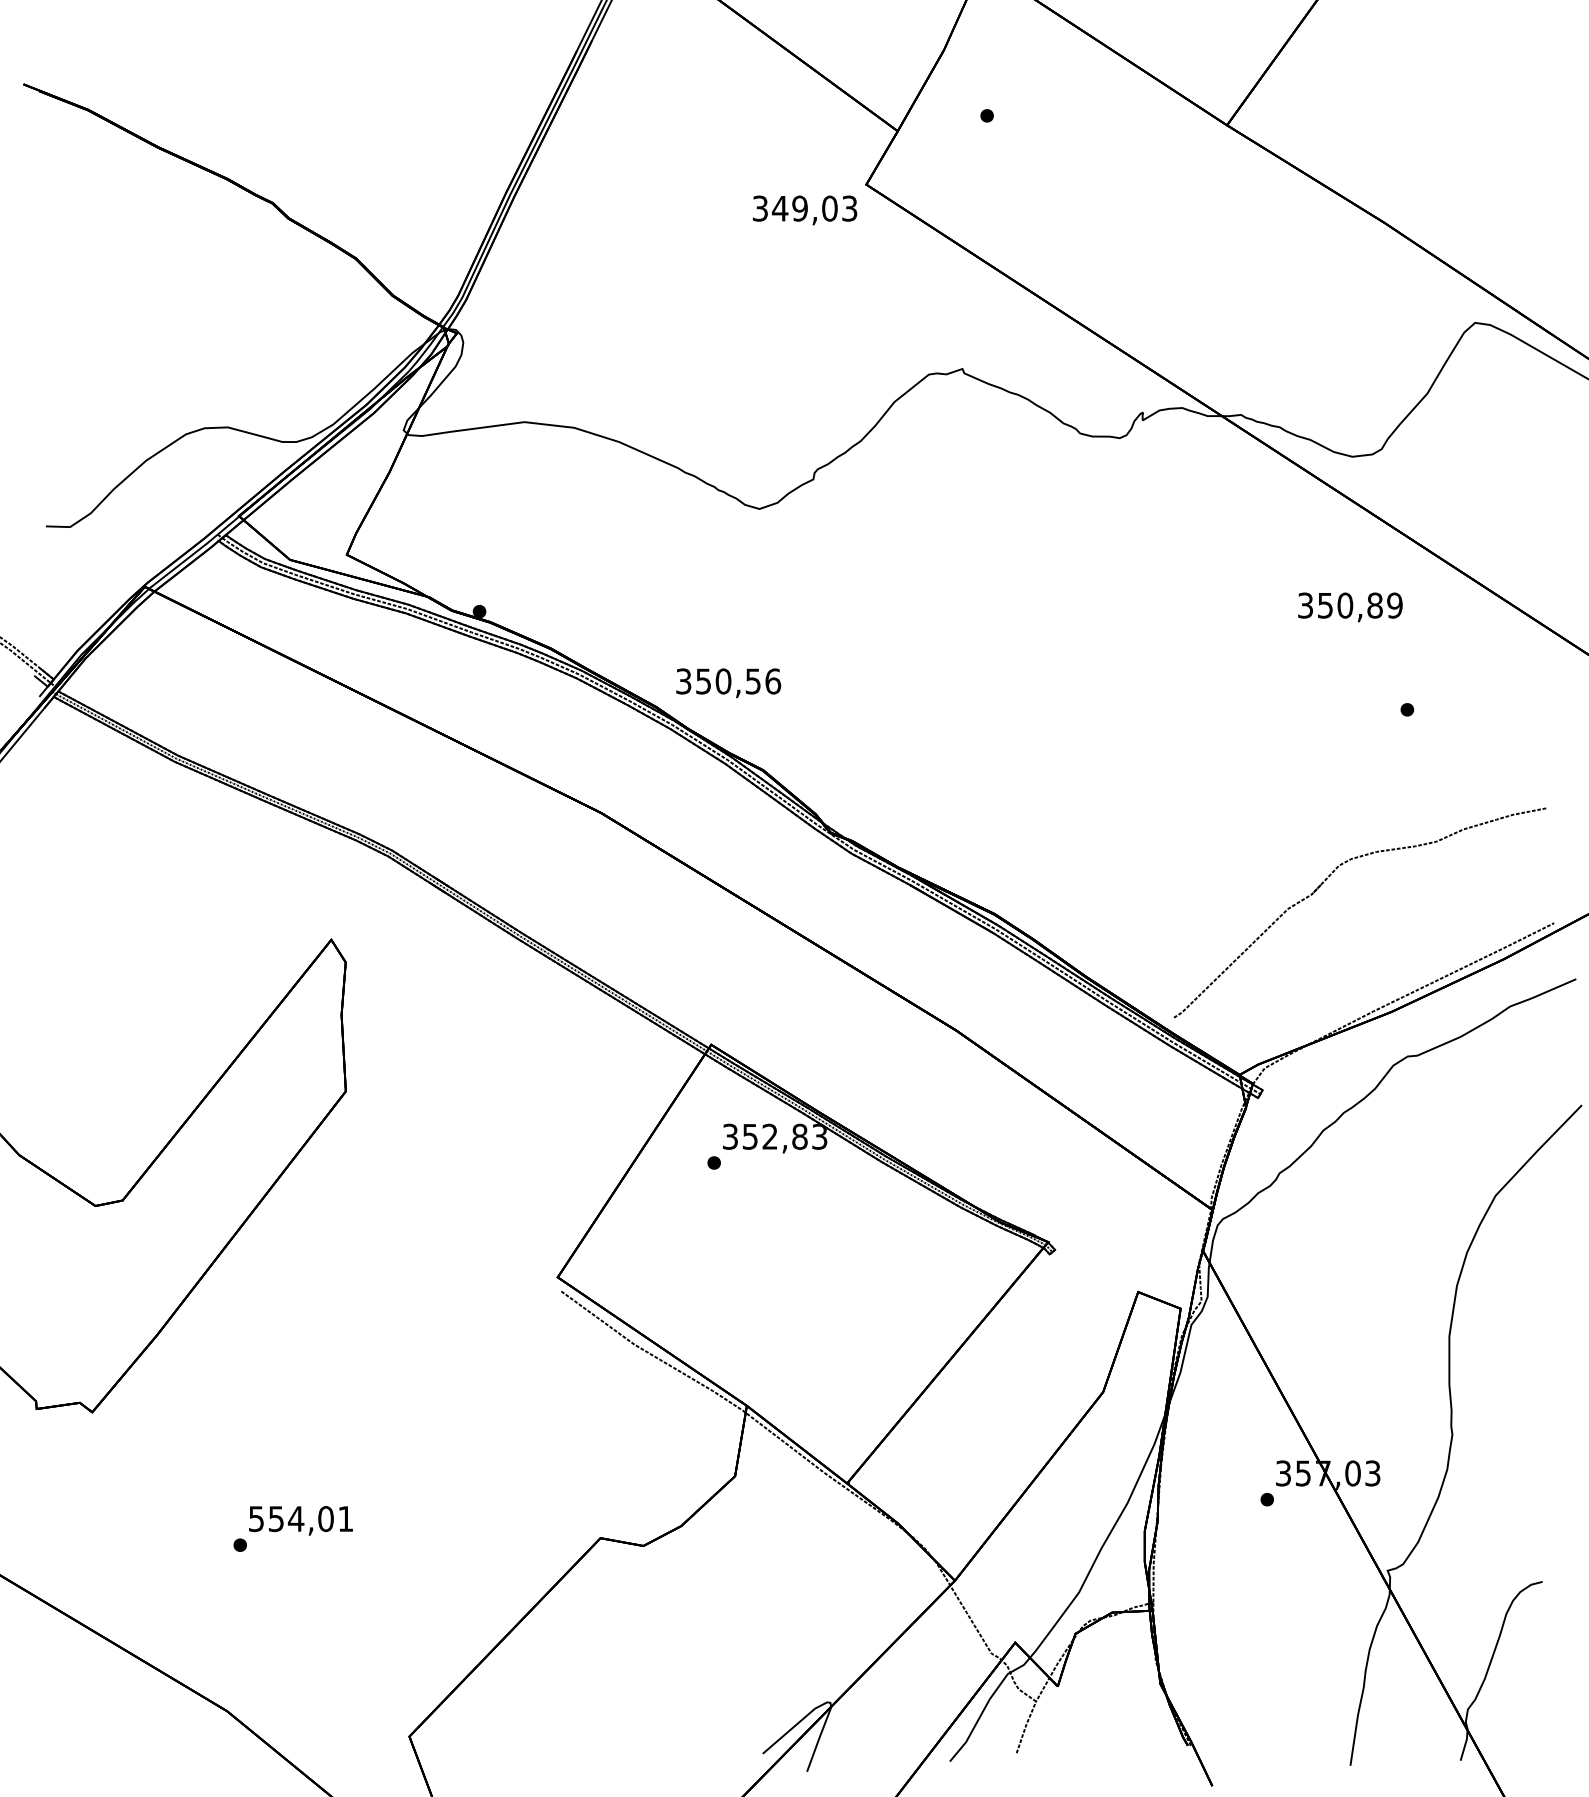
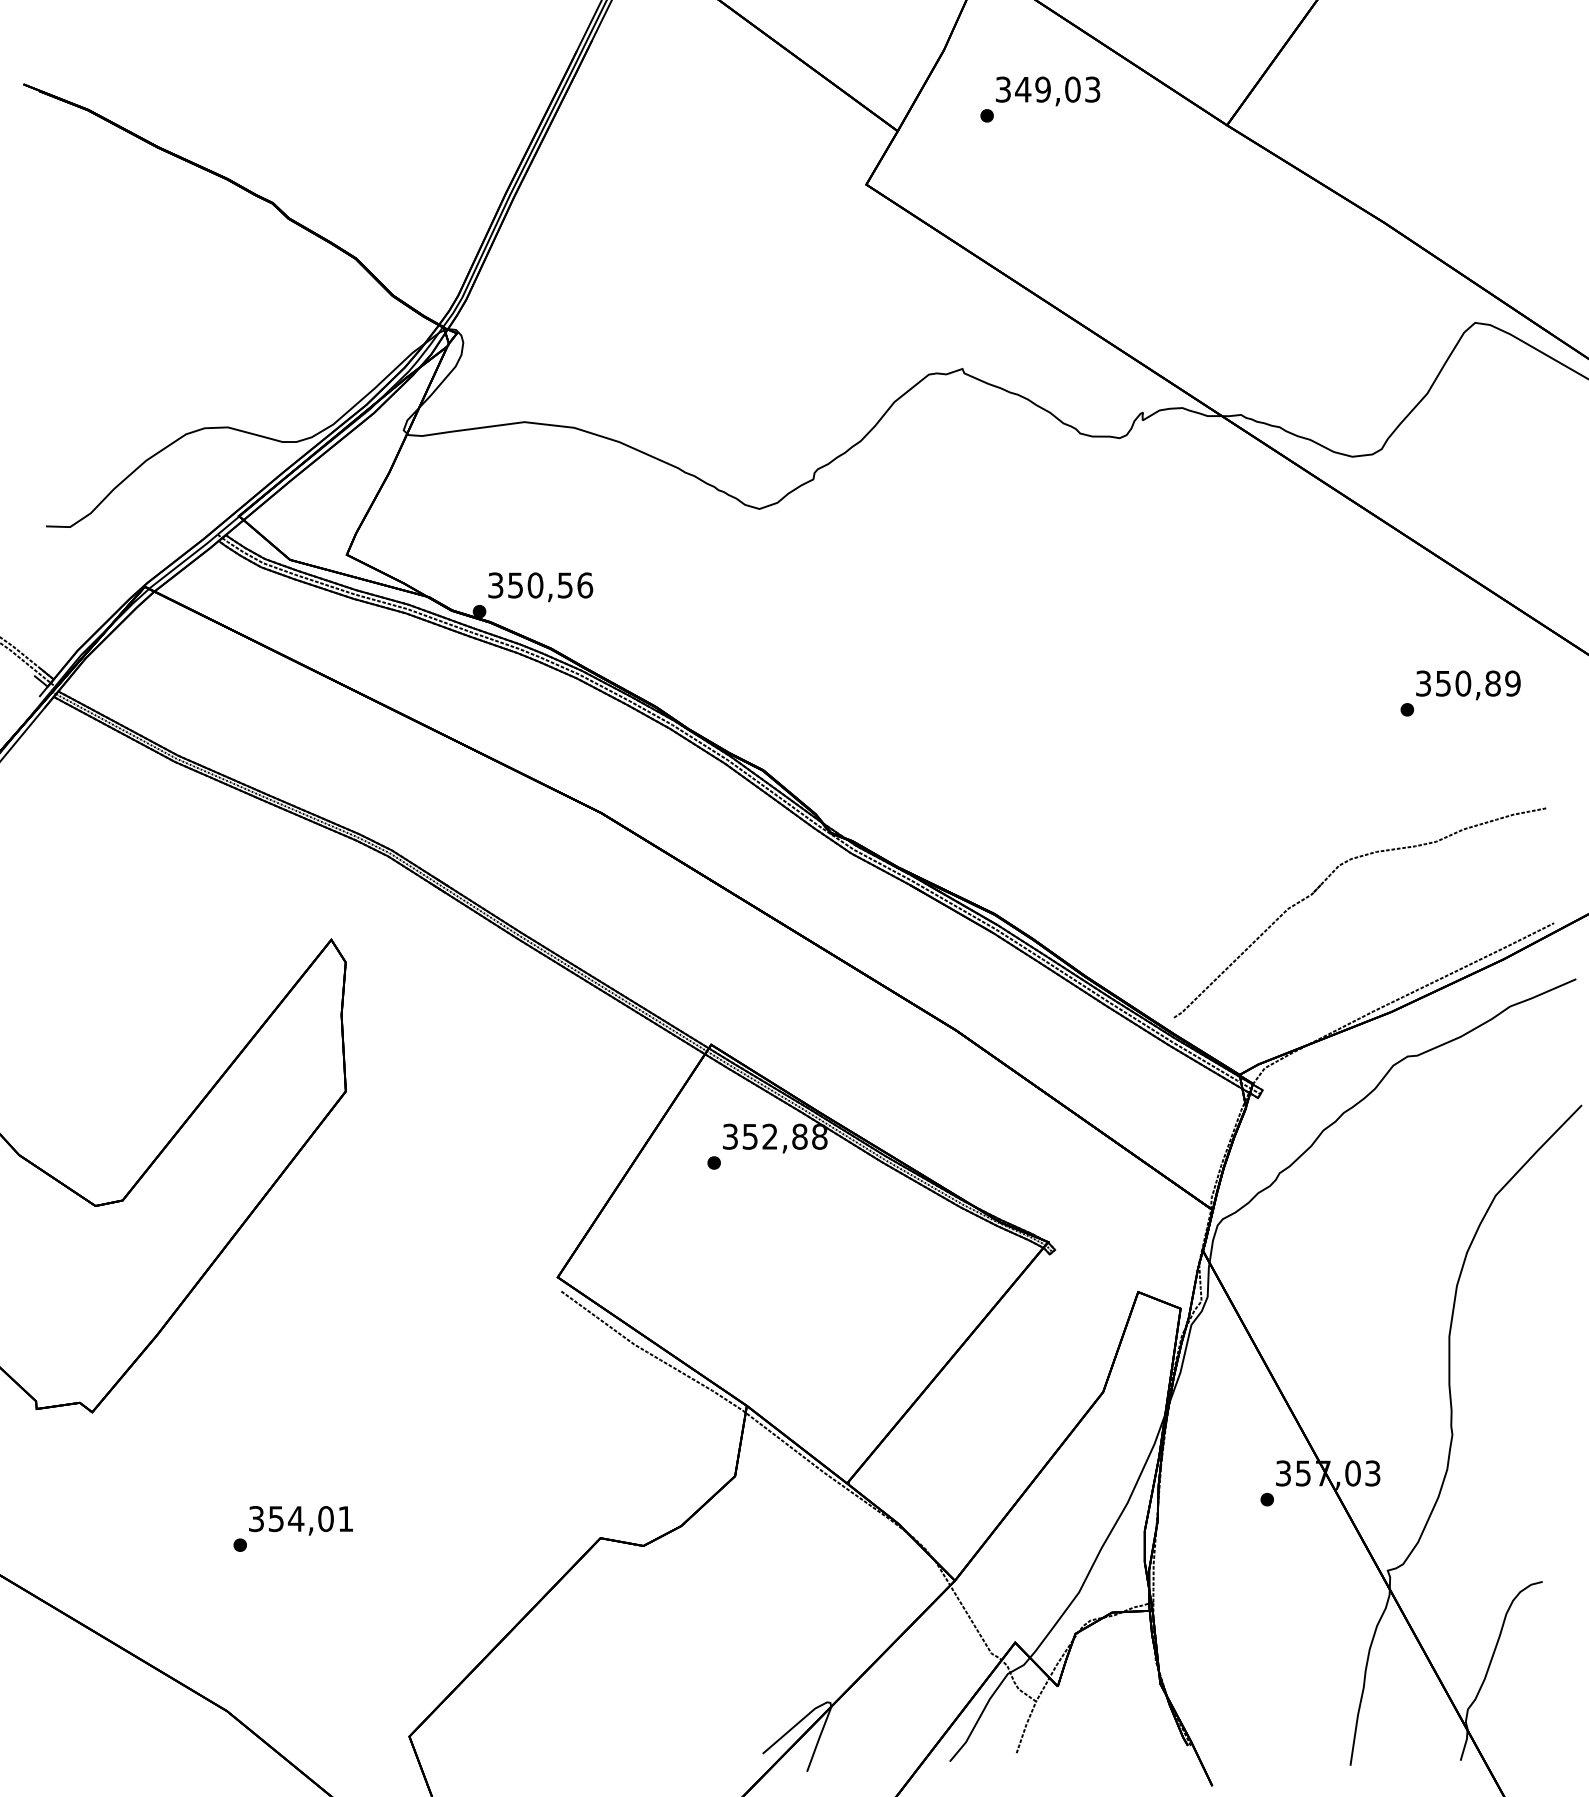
text at (805, 210) position: (805, 210) -> (1048, 91)
text at (1350, 607) position: (1350, 607) -> (1468, 685)
text at (728, 683) position: (728, 683) -> (540, 587)
text at (819, 1136): 352,83 -> 352,88
text at (256, 1518): 554,01 -> 354,01
